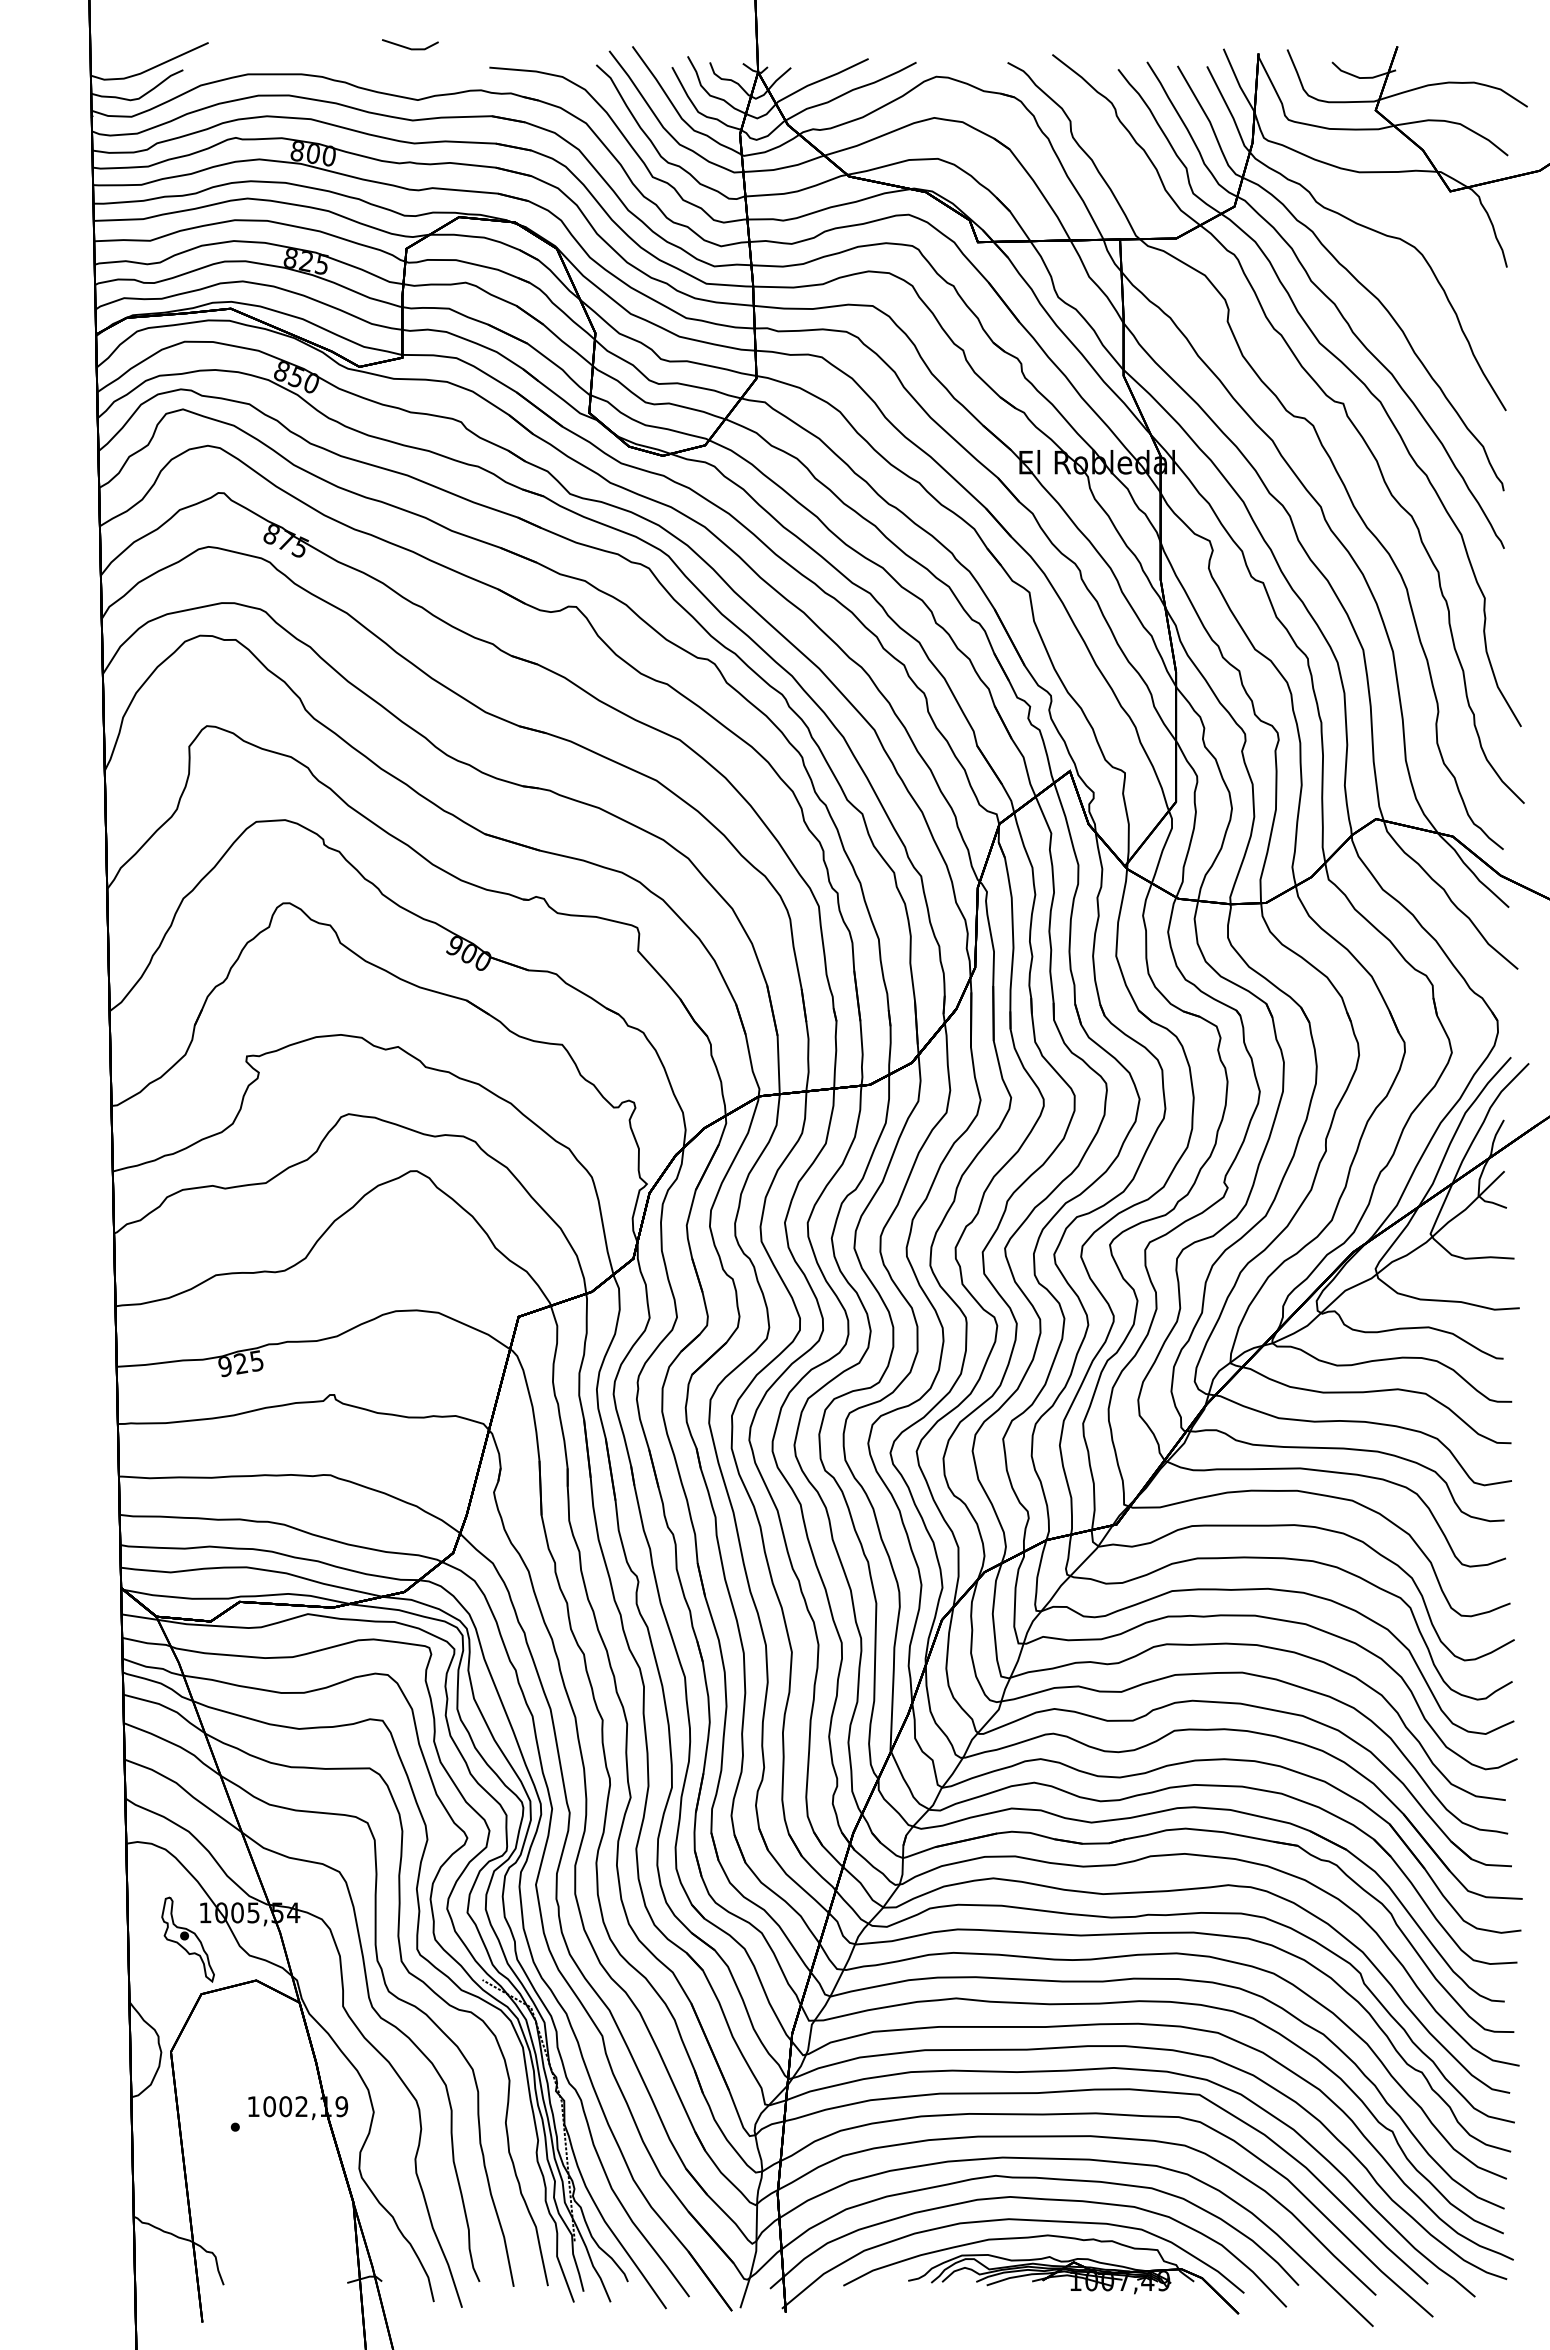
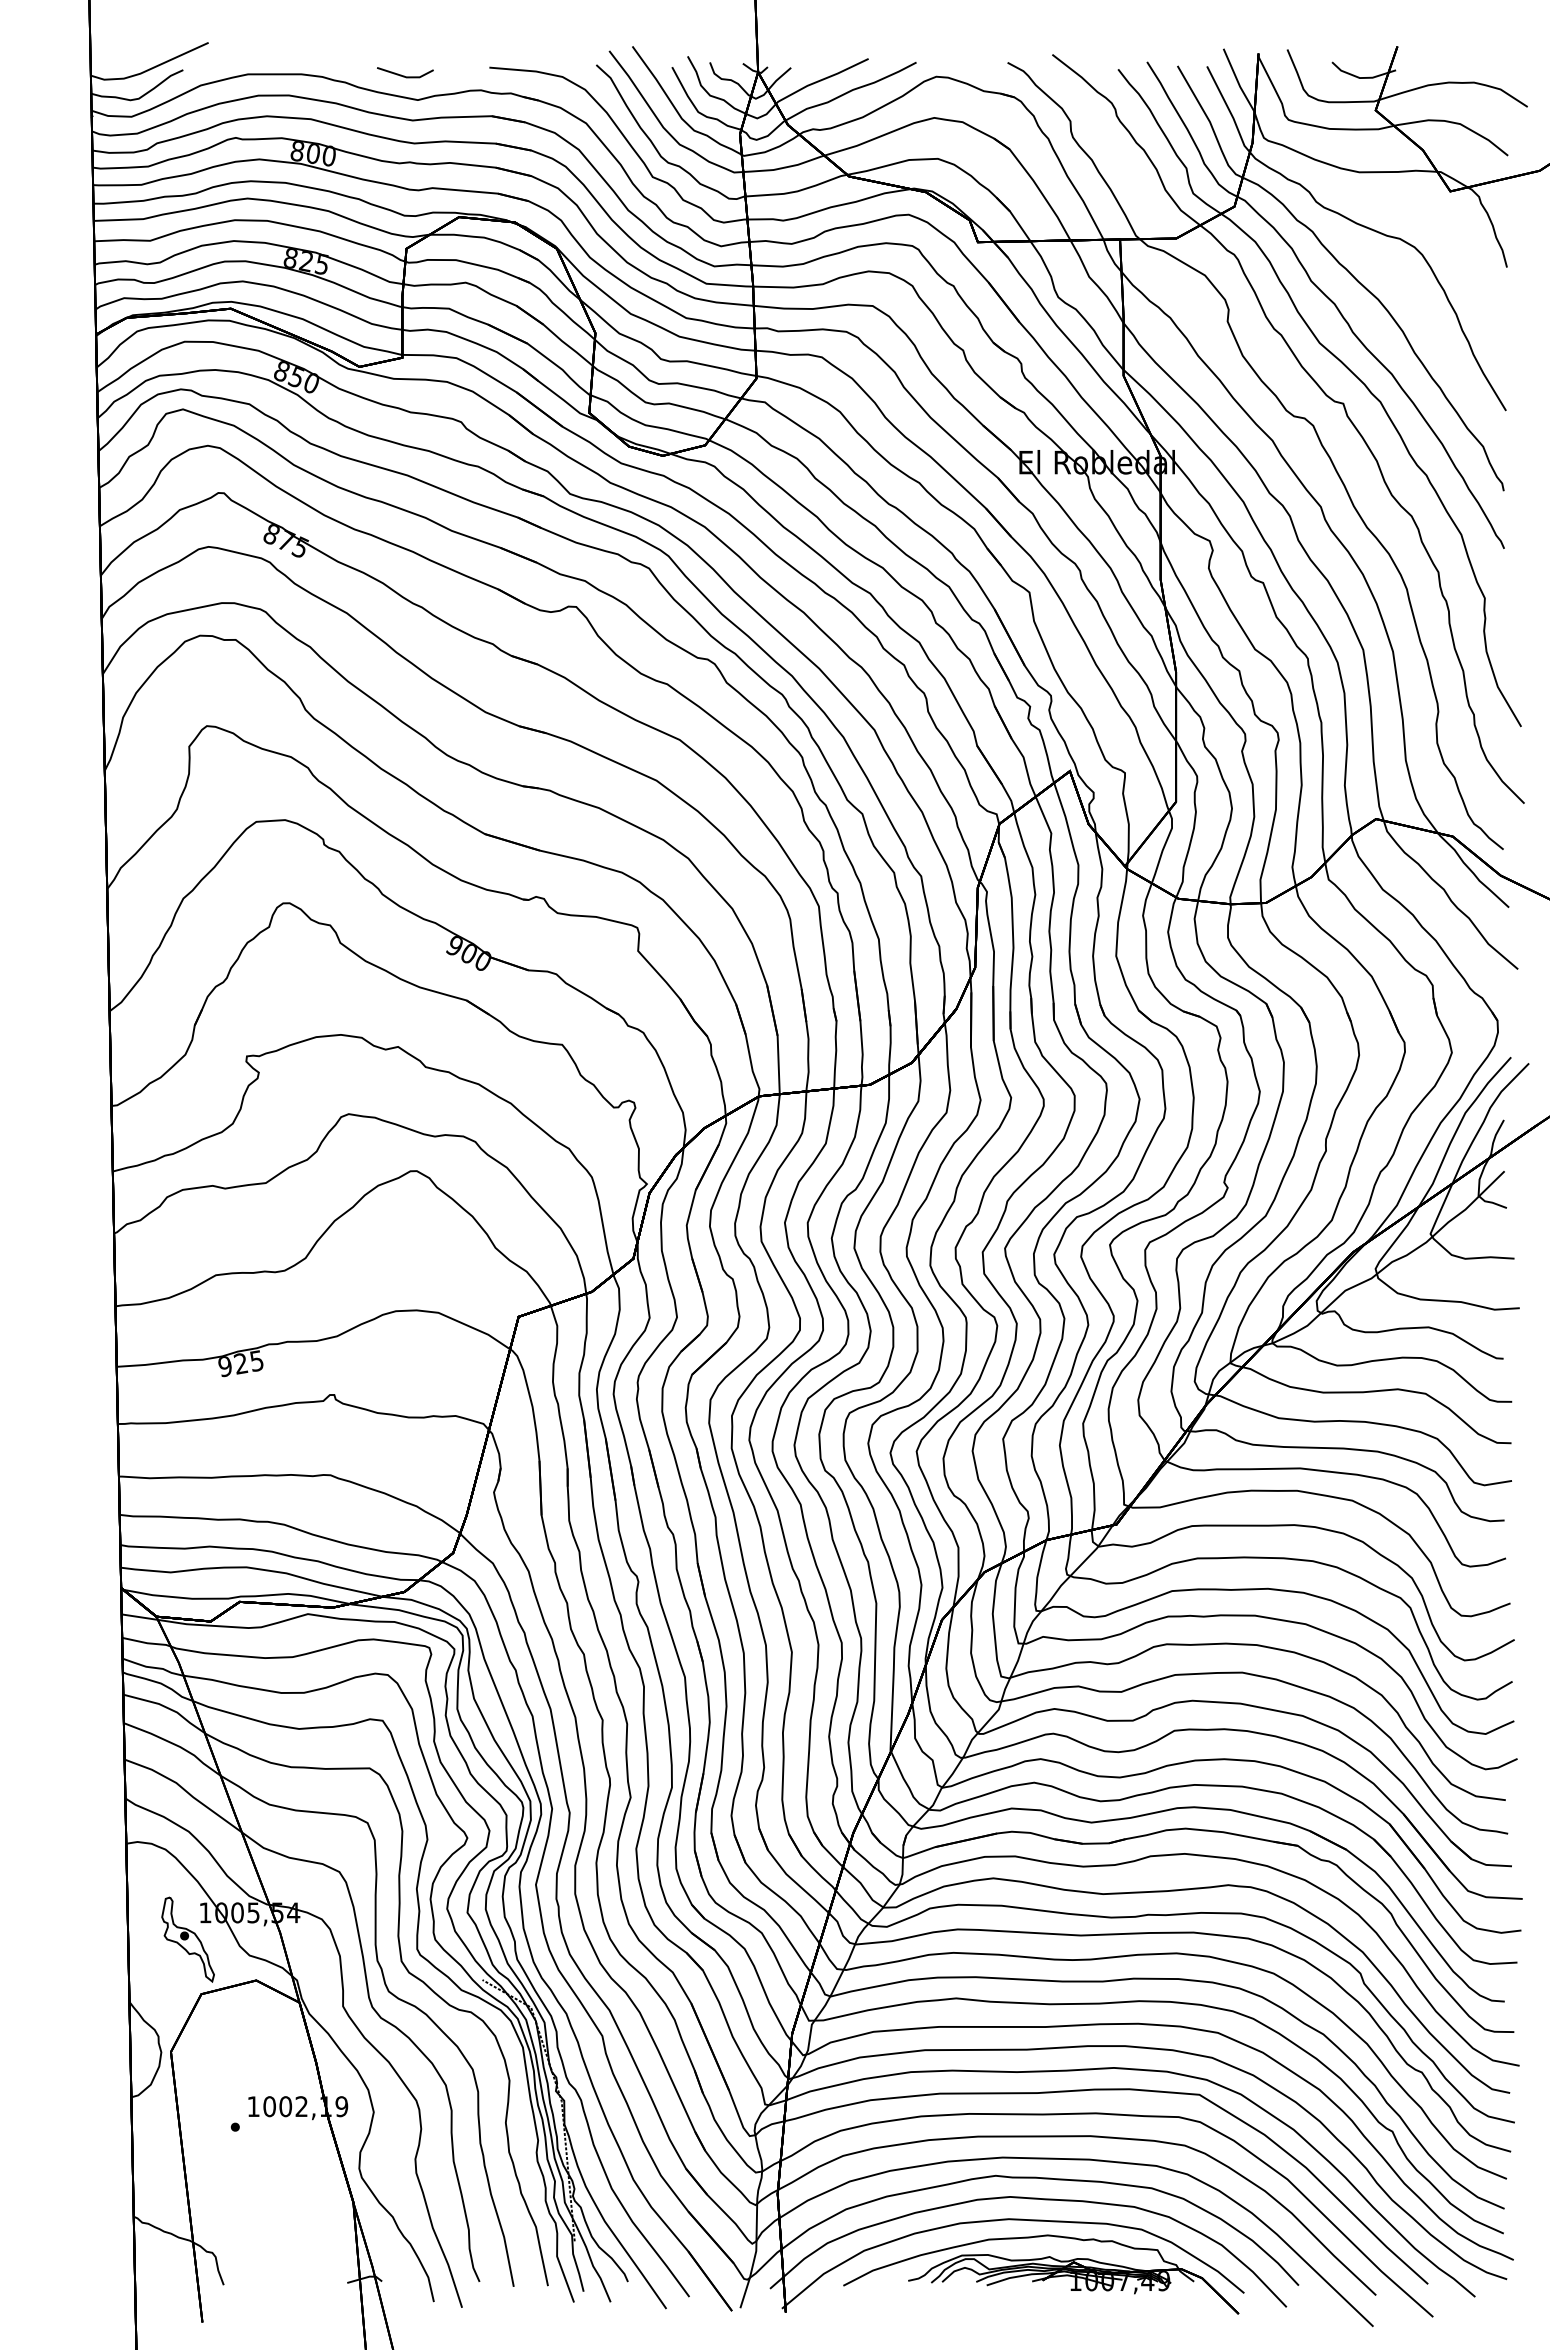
line at (409, 47) position: (409, 47) -> (404, 75)
